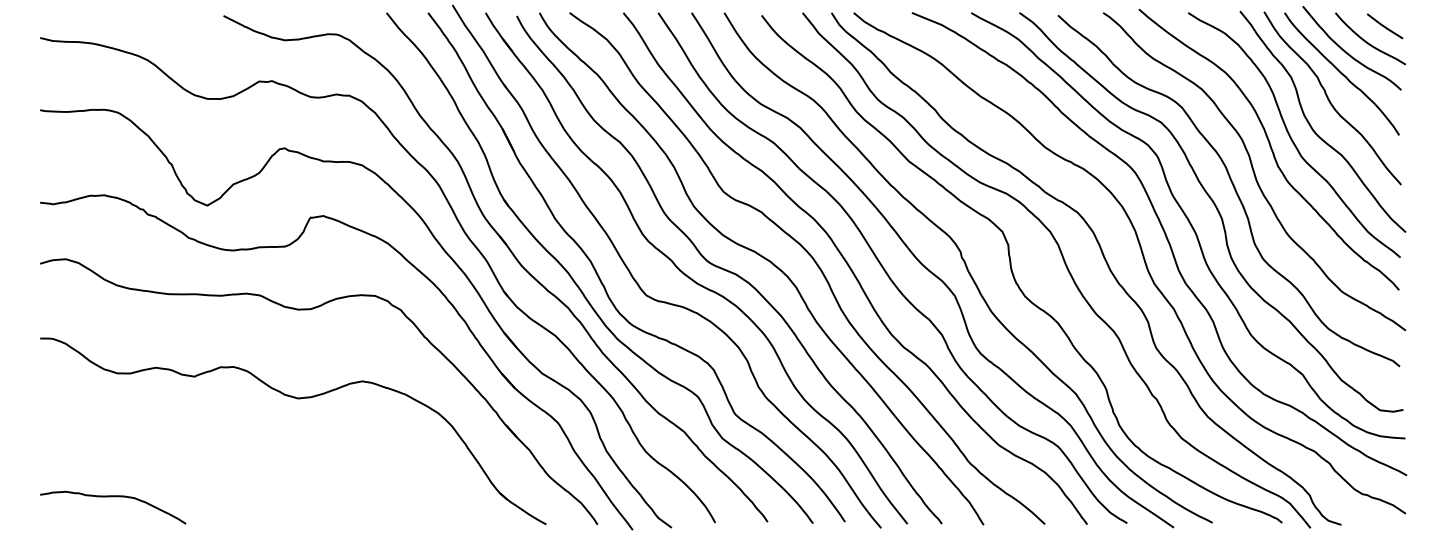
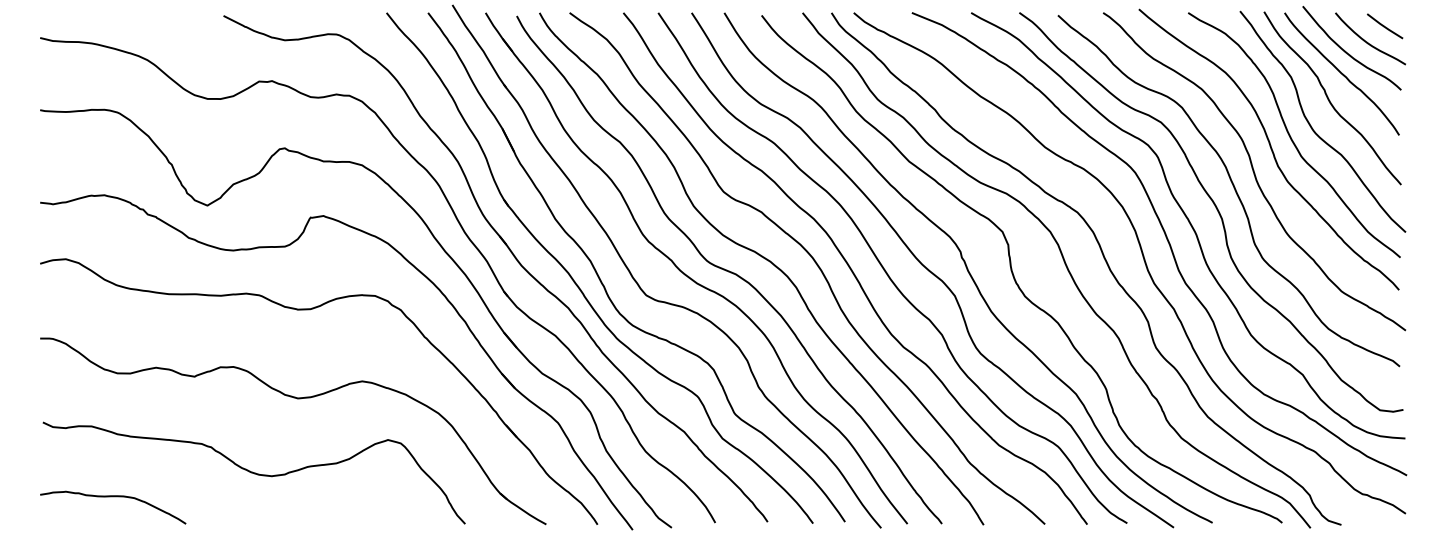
curve at (253, 472): none -> present
